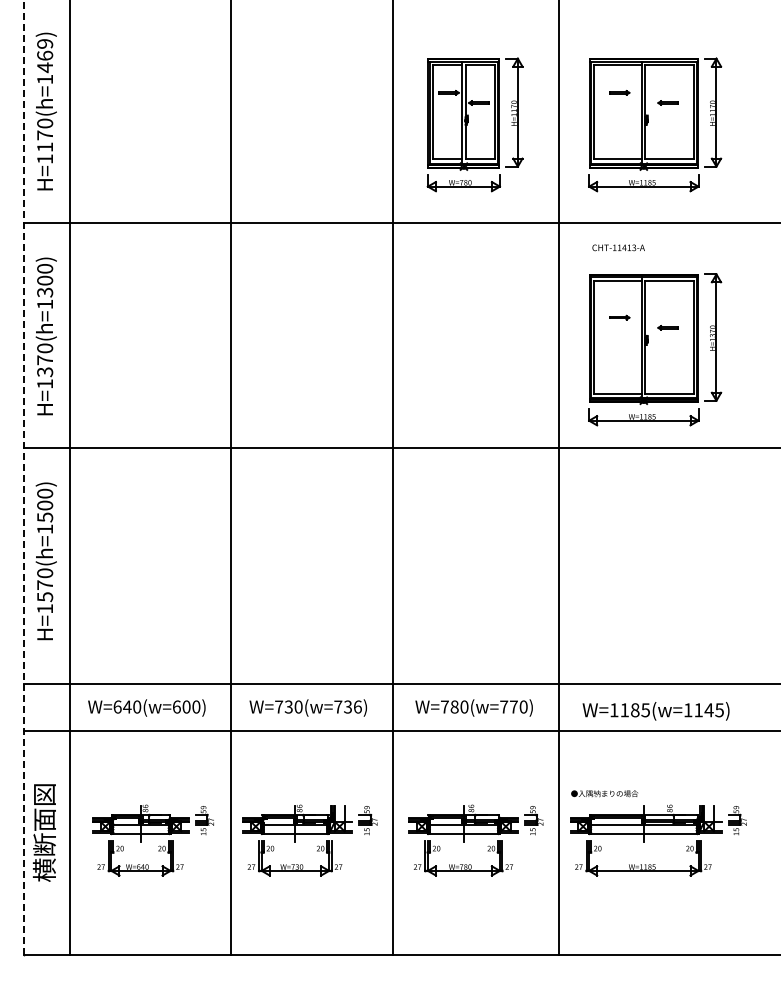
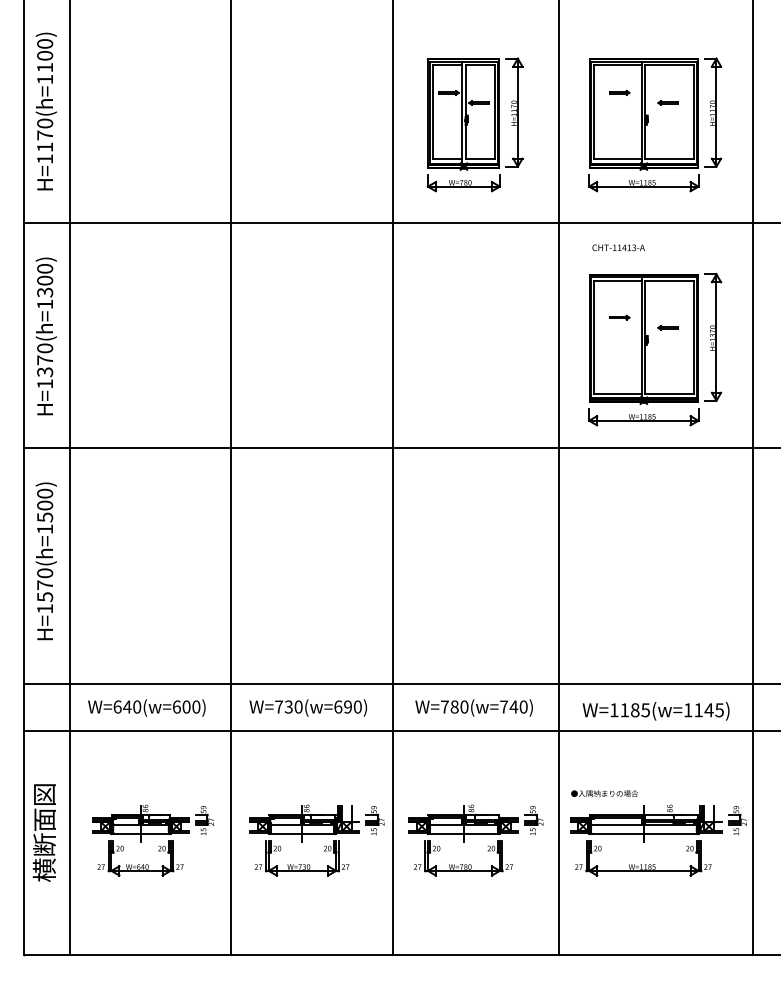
text at (45, 56): H=1170(h=1469) -> H=1170(h=1100)
line at (23, 477): dashed -> solid
line at (752, 478): none -> present
text at (347, 706): W=730(w=736) -> W=730(w=690)
text at (513, 706): W=780(w=770) -> W=780(w=740)
part at (309, 840) position: (309, 840) -> (316, 840)
